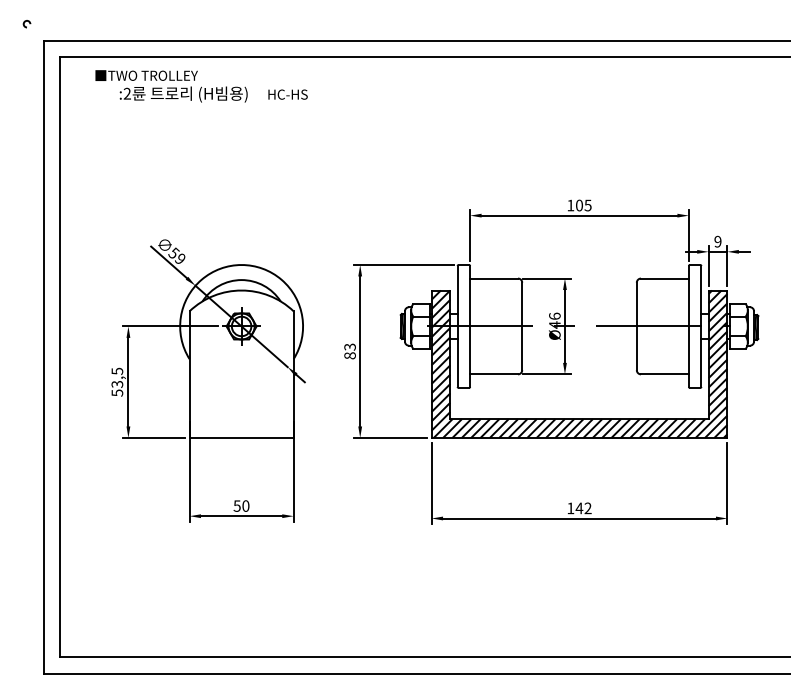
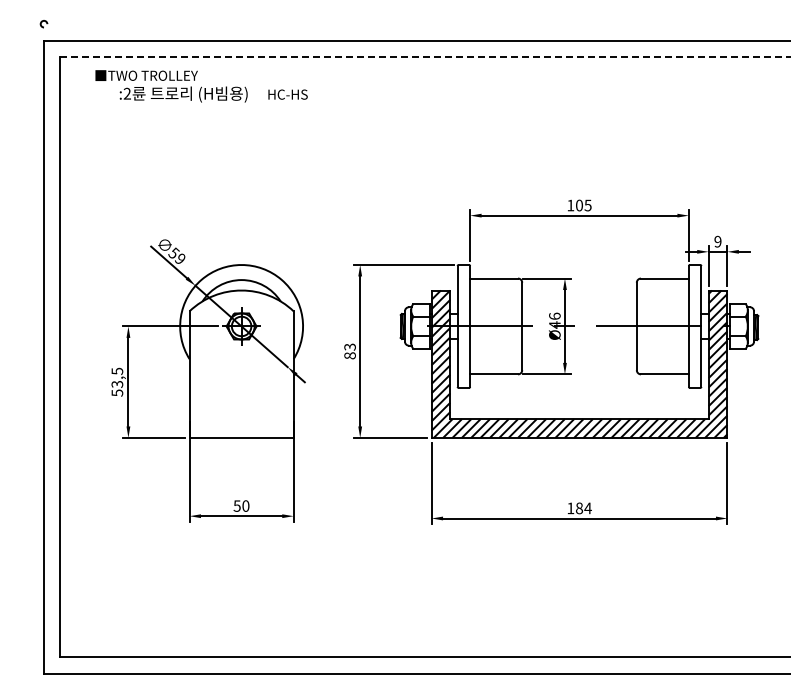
arc at (25, 25) position: (25, 25) -> (42, 25)
line at (425, 57): solid -> dashed
text at (583, 508): 142 -> 184
